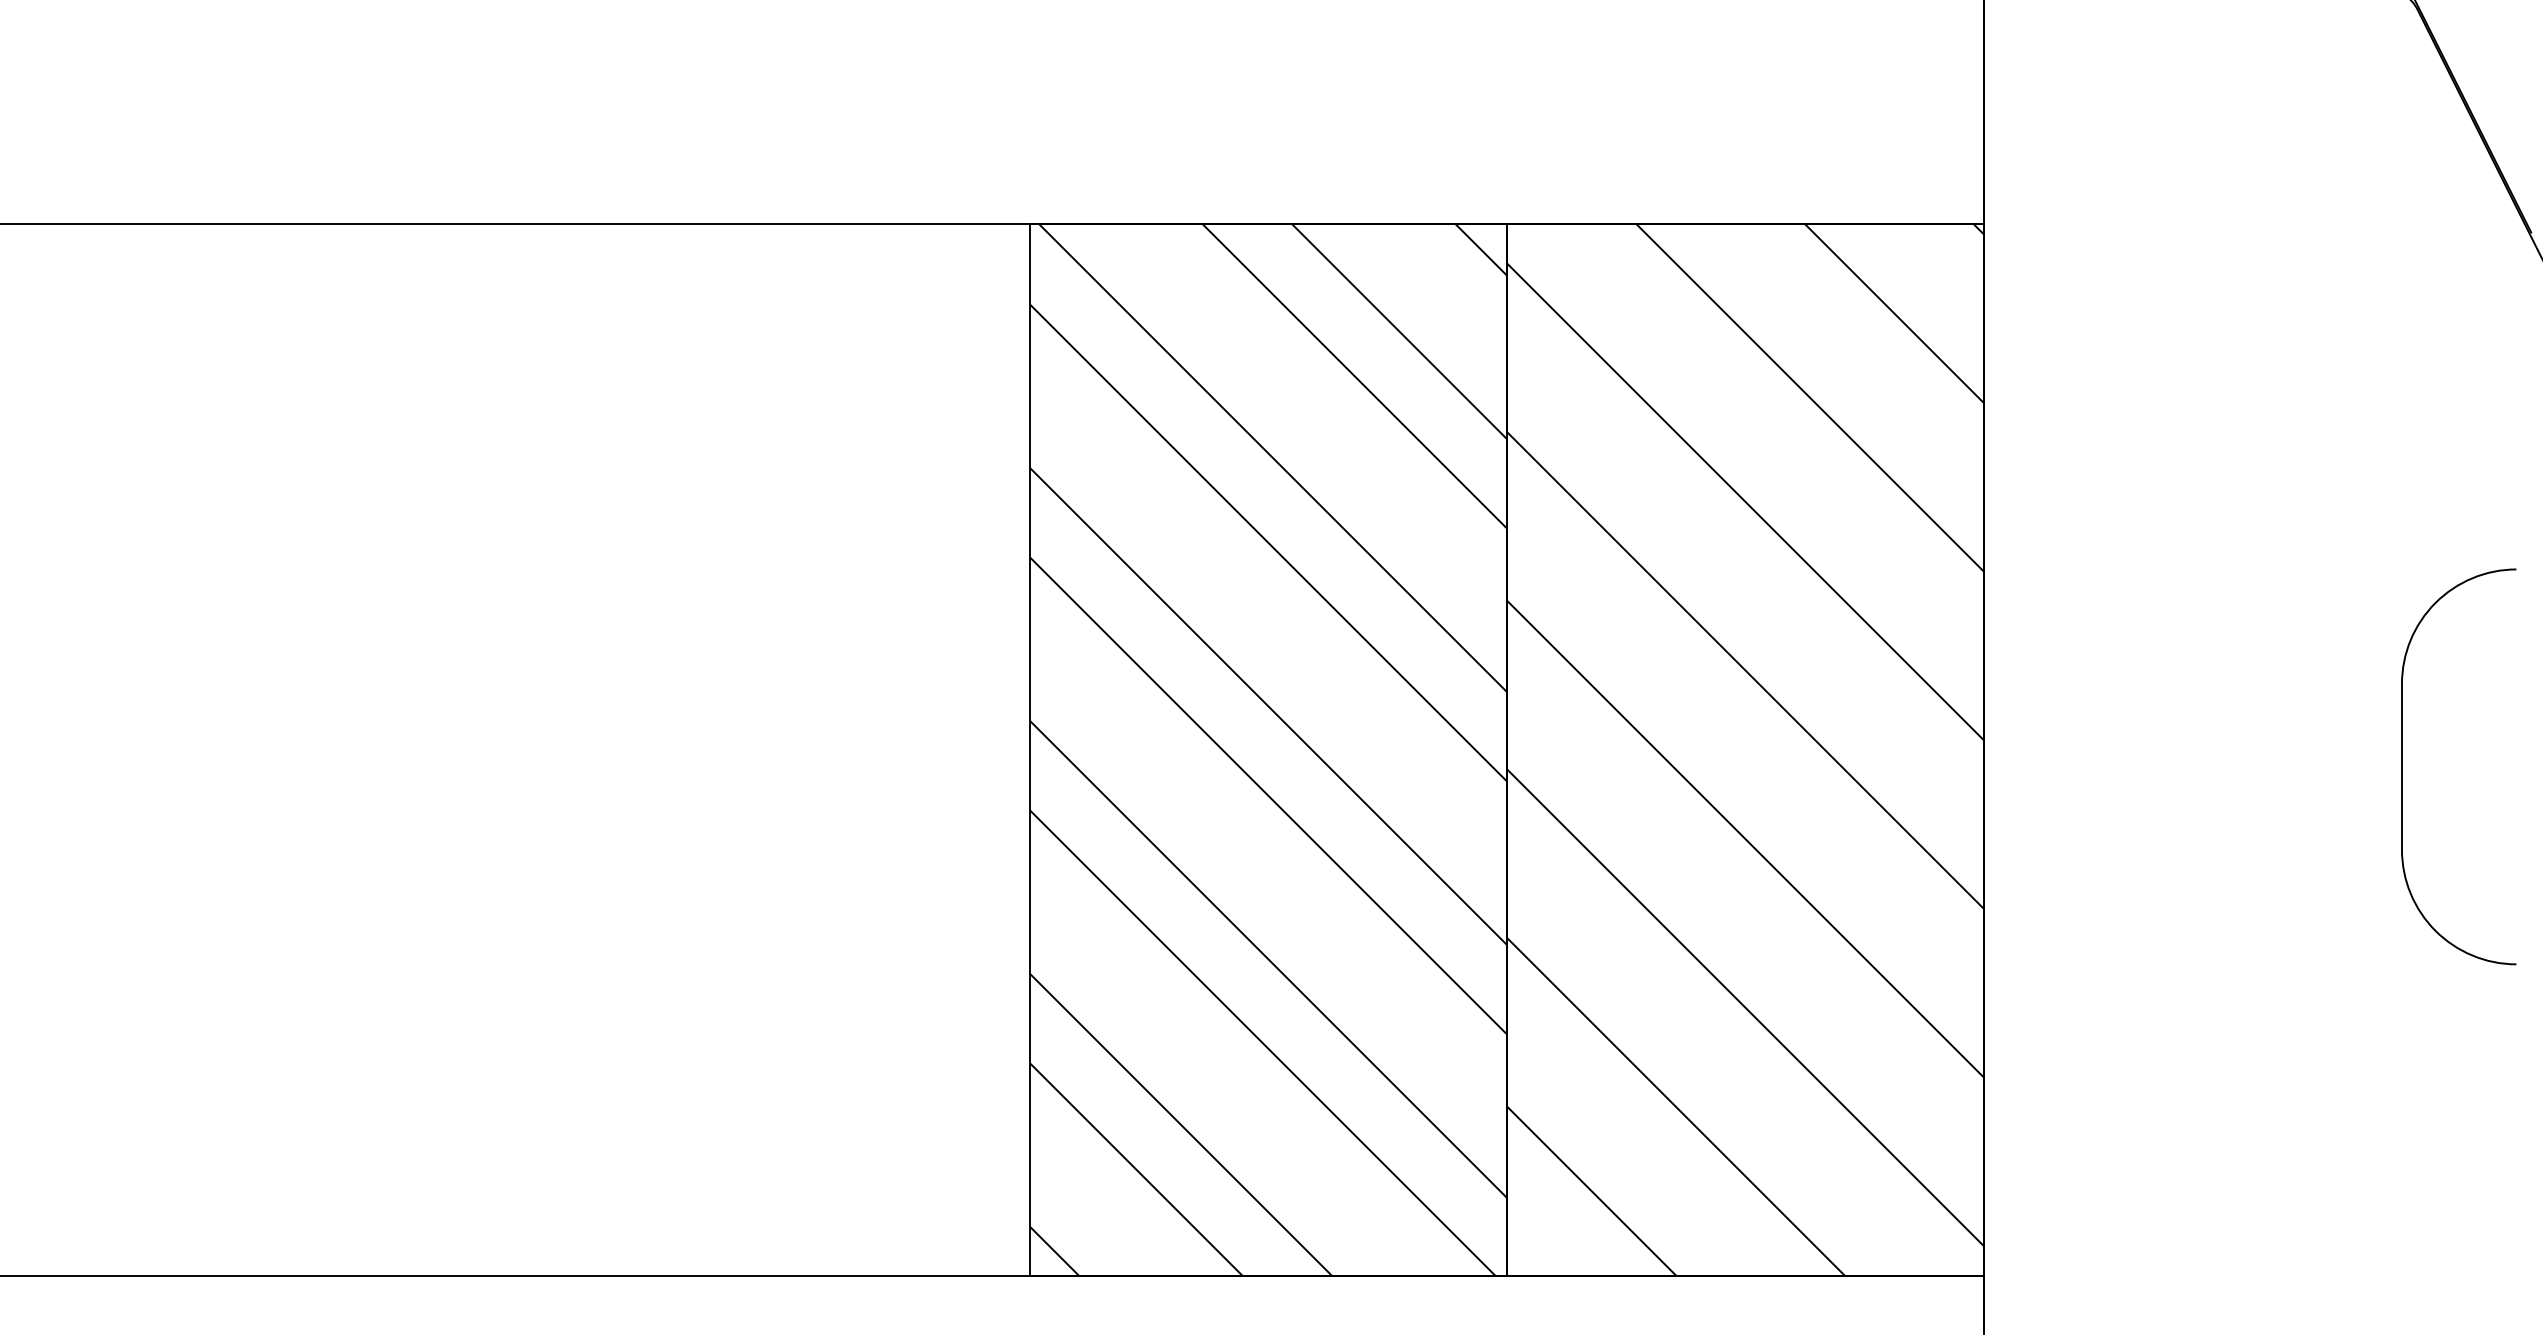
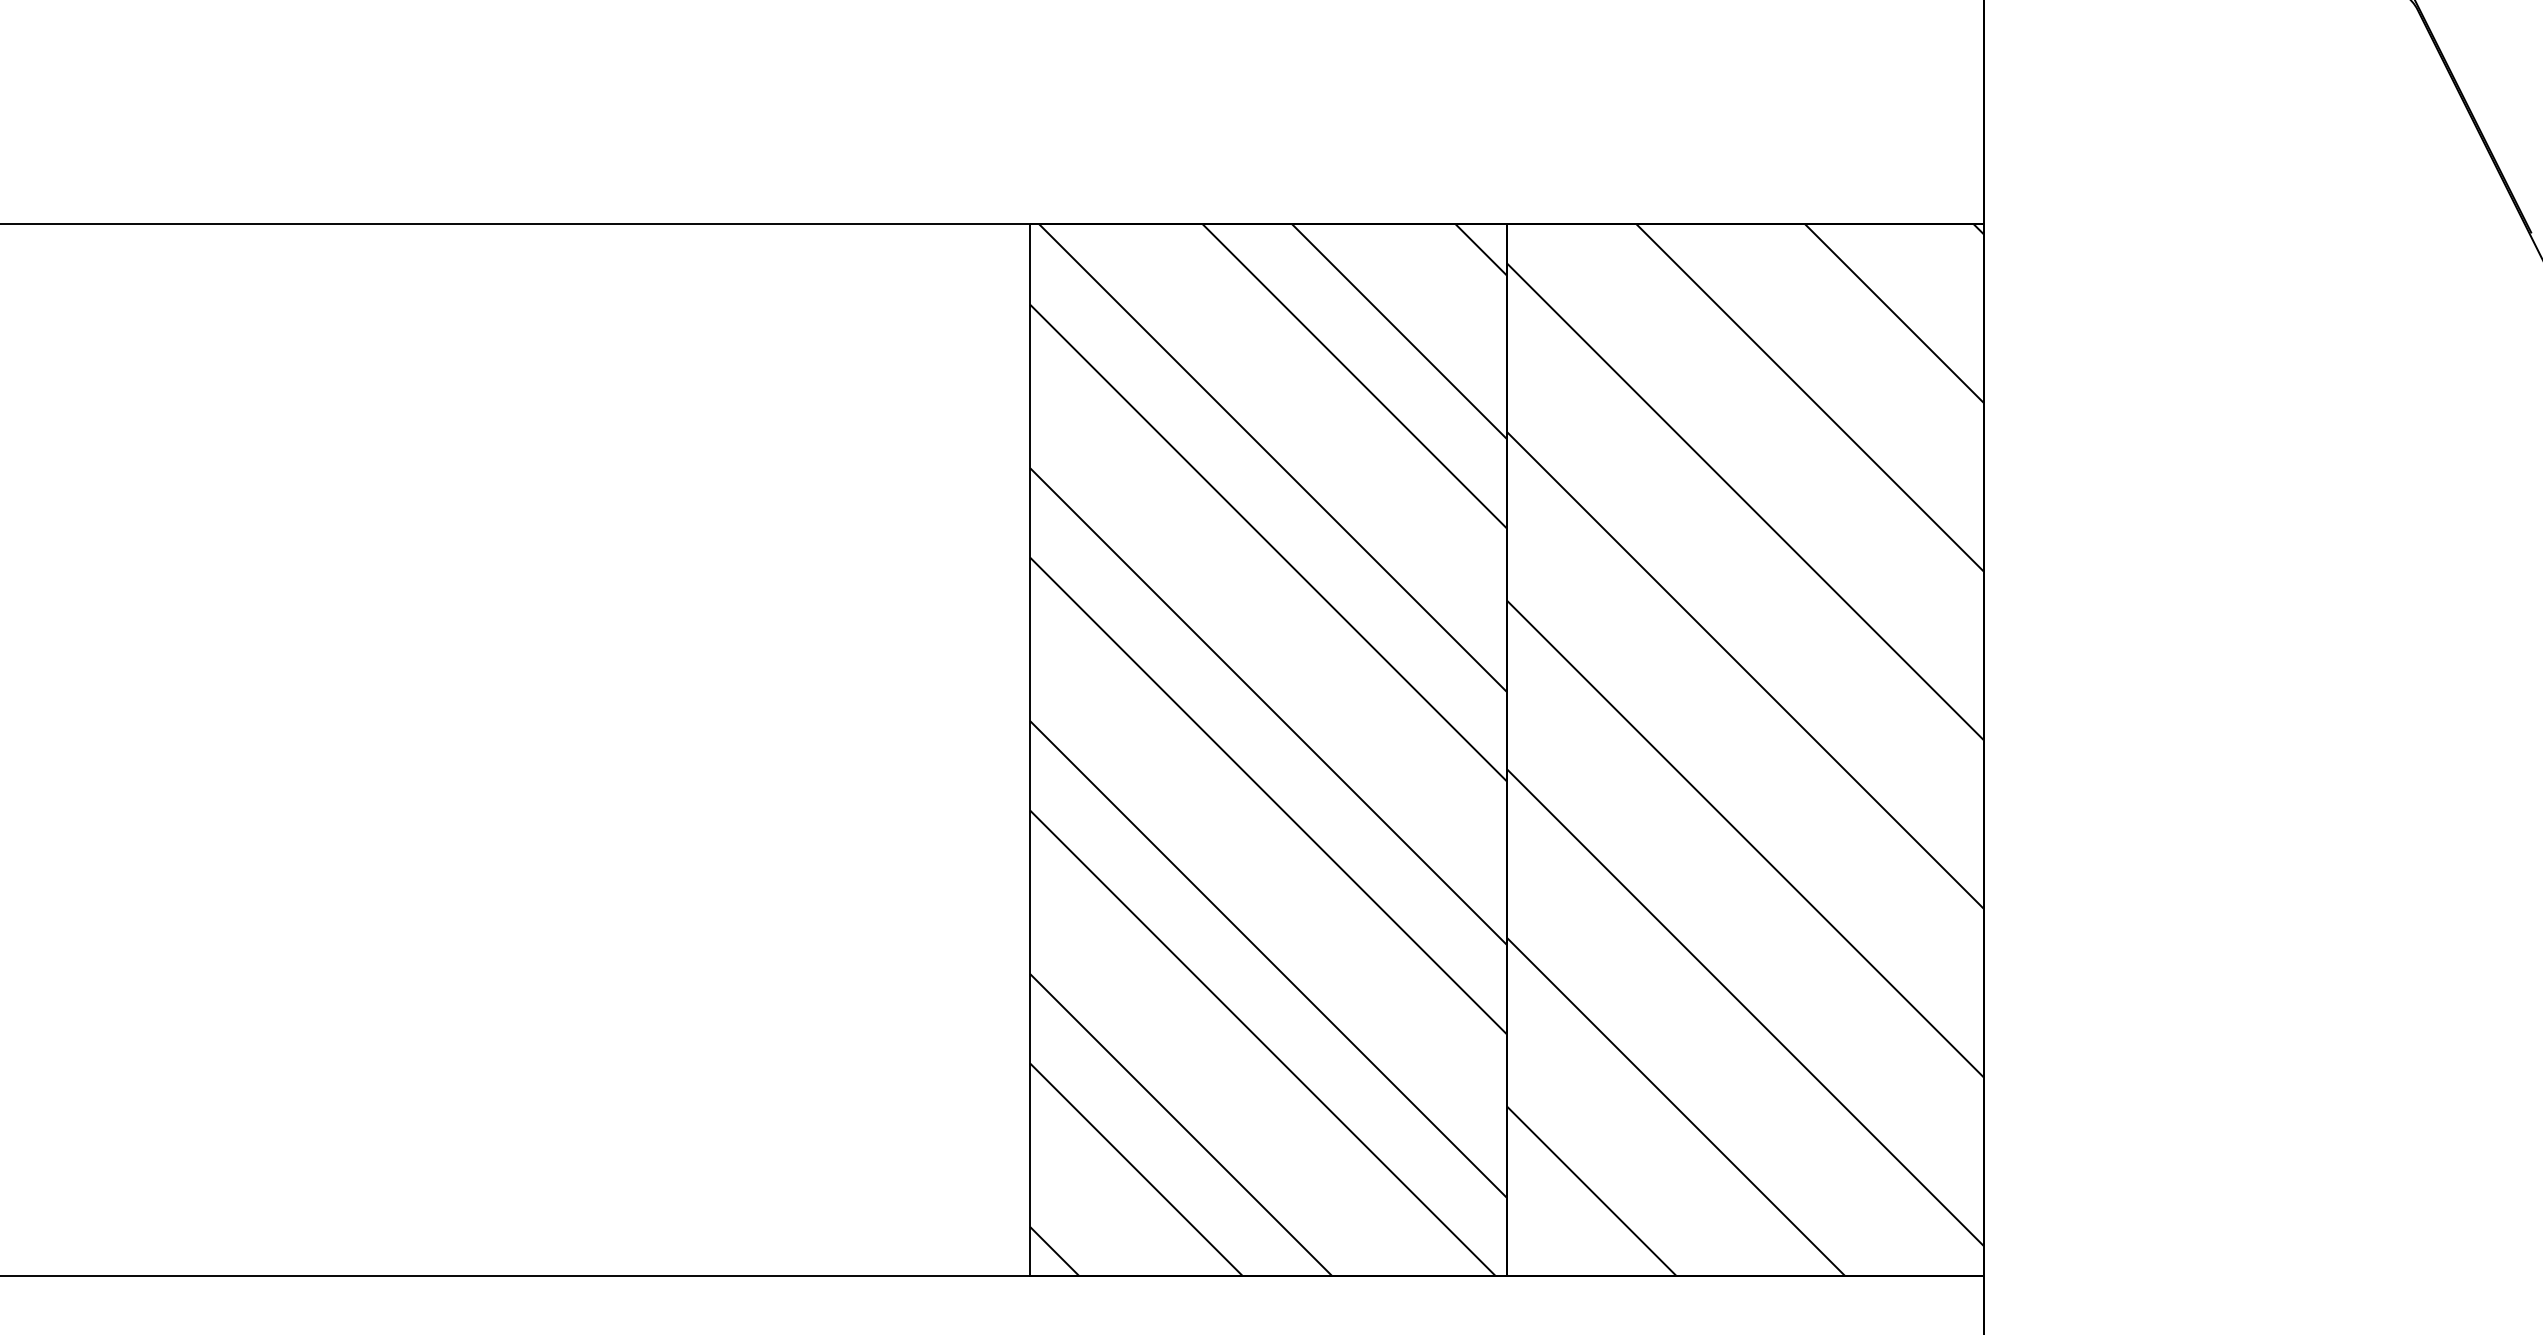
curve at (2402, 766): present -> none
